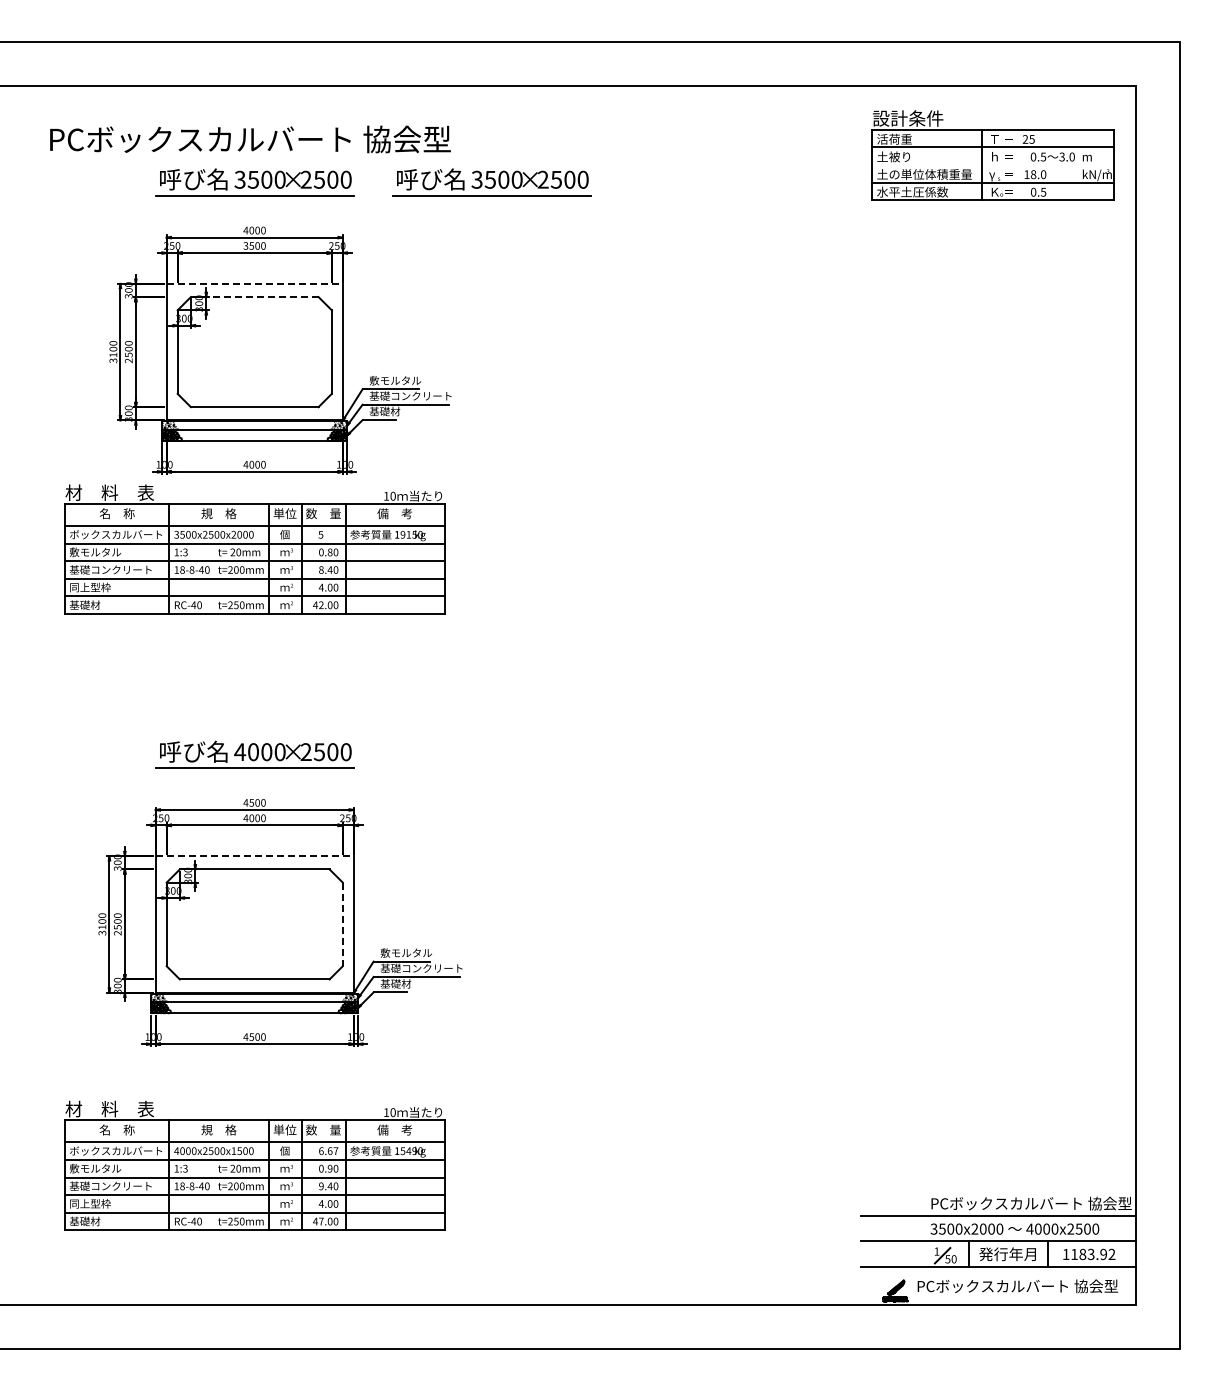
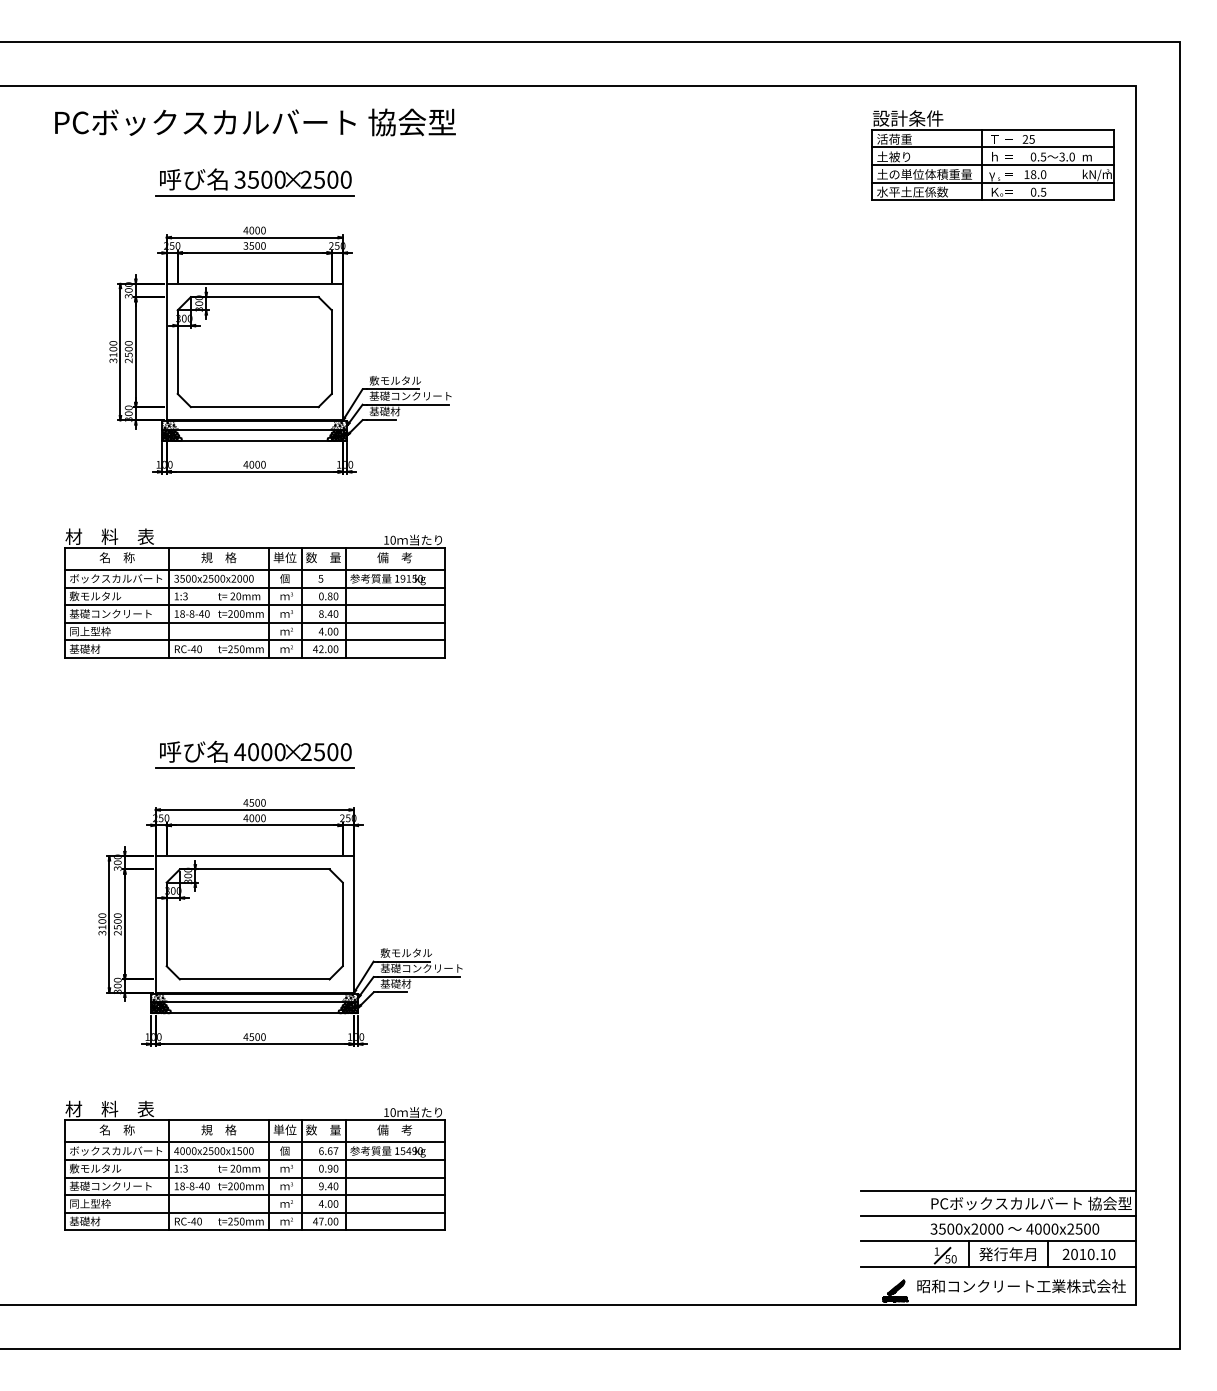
text at (250, 139) position: (250, 139) -> (255, 122)
line at (993, 164): none -> present
part at (491, 182): present -> none
line at (255, 283): dashed -> solid
line at (254, 297): dashed -> solid
part at (254, 549) position: (254, 549) -> (254, 593)
line at (255, 856): dashed -> solid
line at (342, 924): dashed -> solid
line at (998, 1190): none -> present
text at (1088, 1254): 1183.92 -> 2010.10
text at (1021, 1286): PCボックスカルバート 協会型 -> 昭和コンクリート工業株式会社
